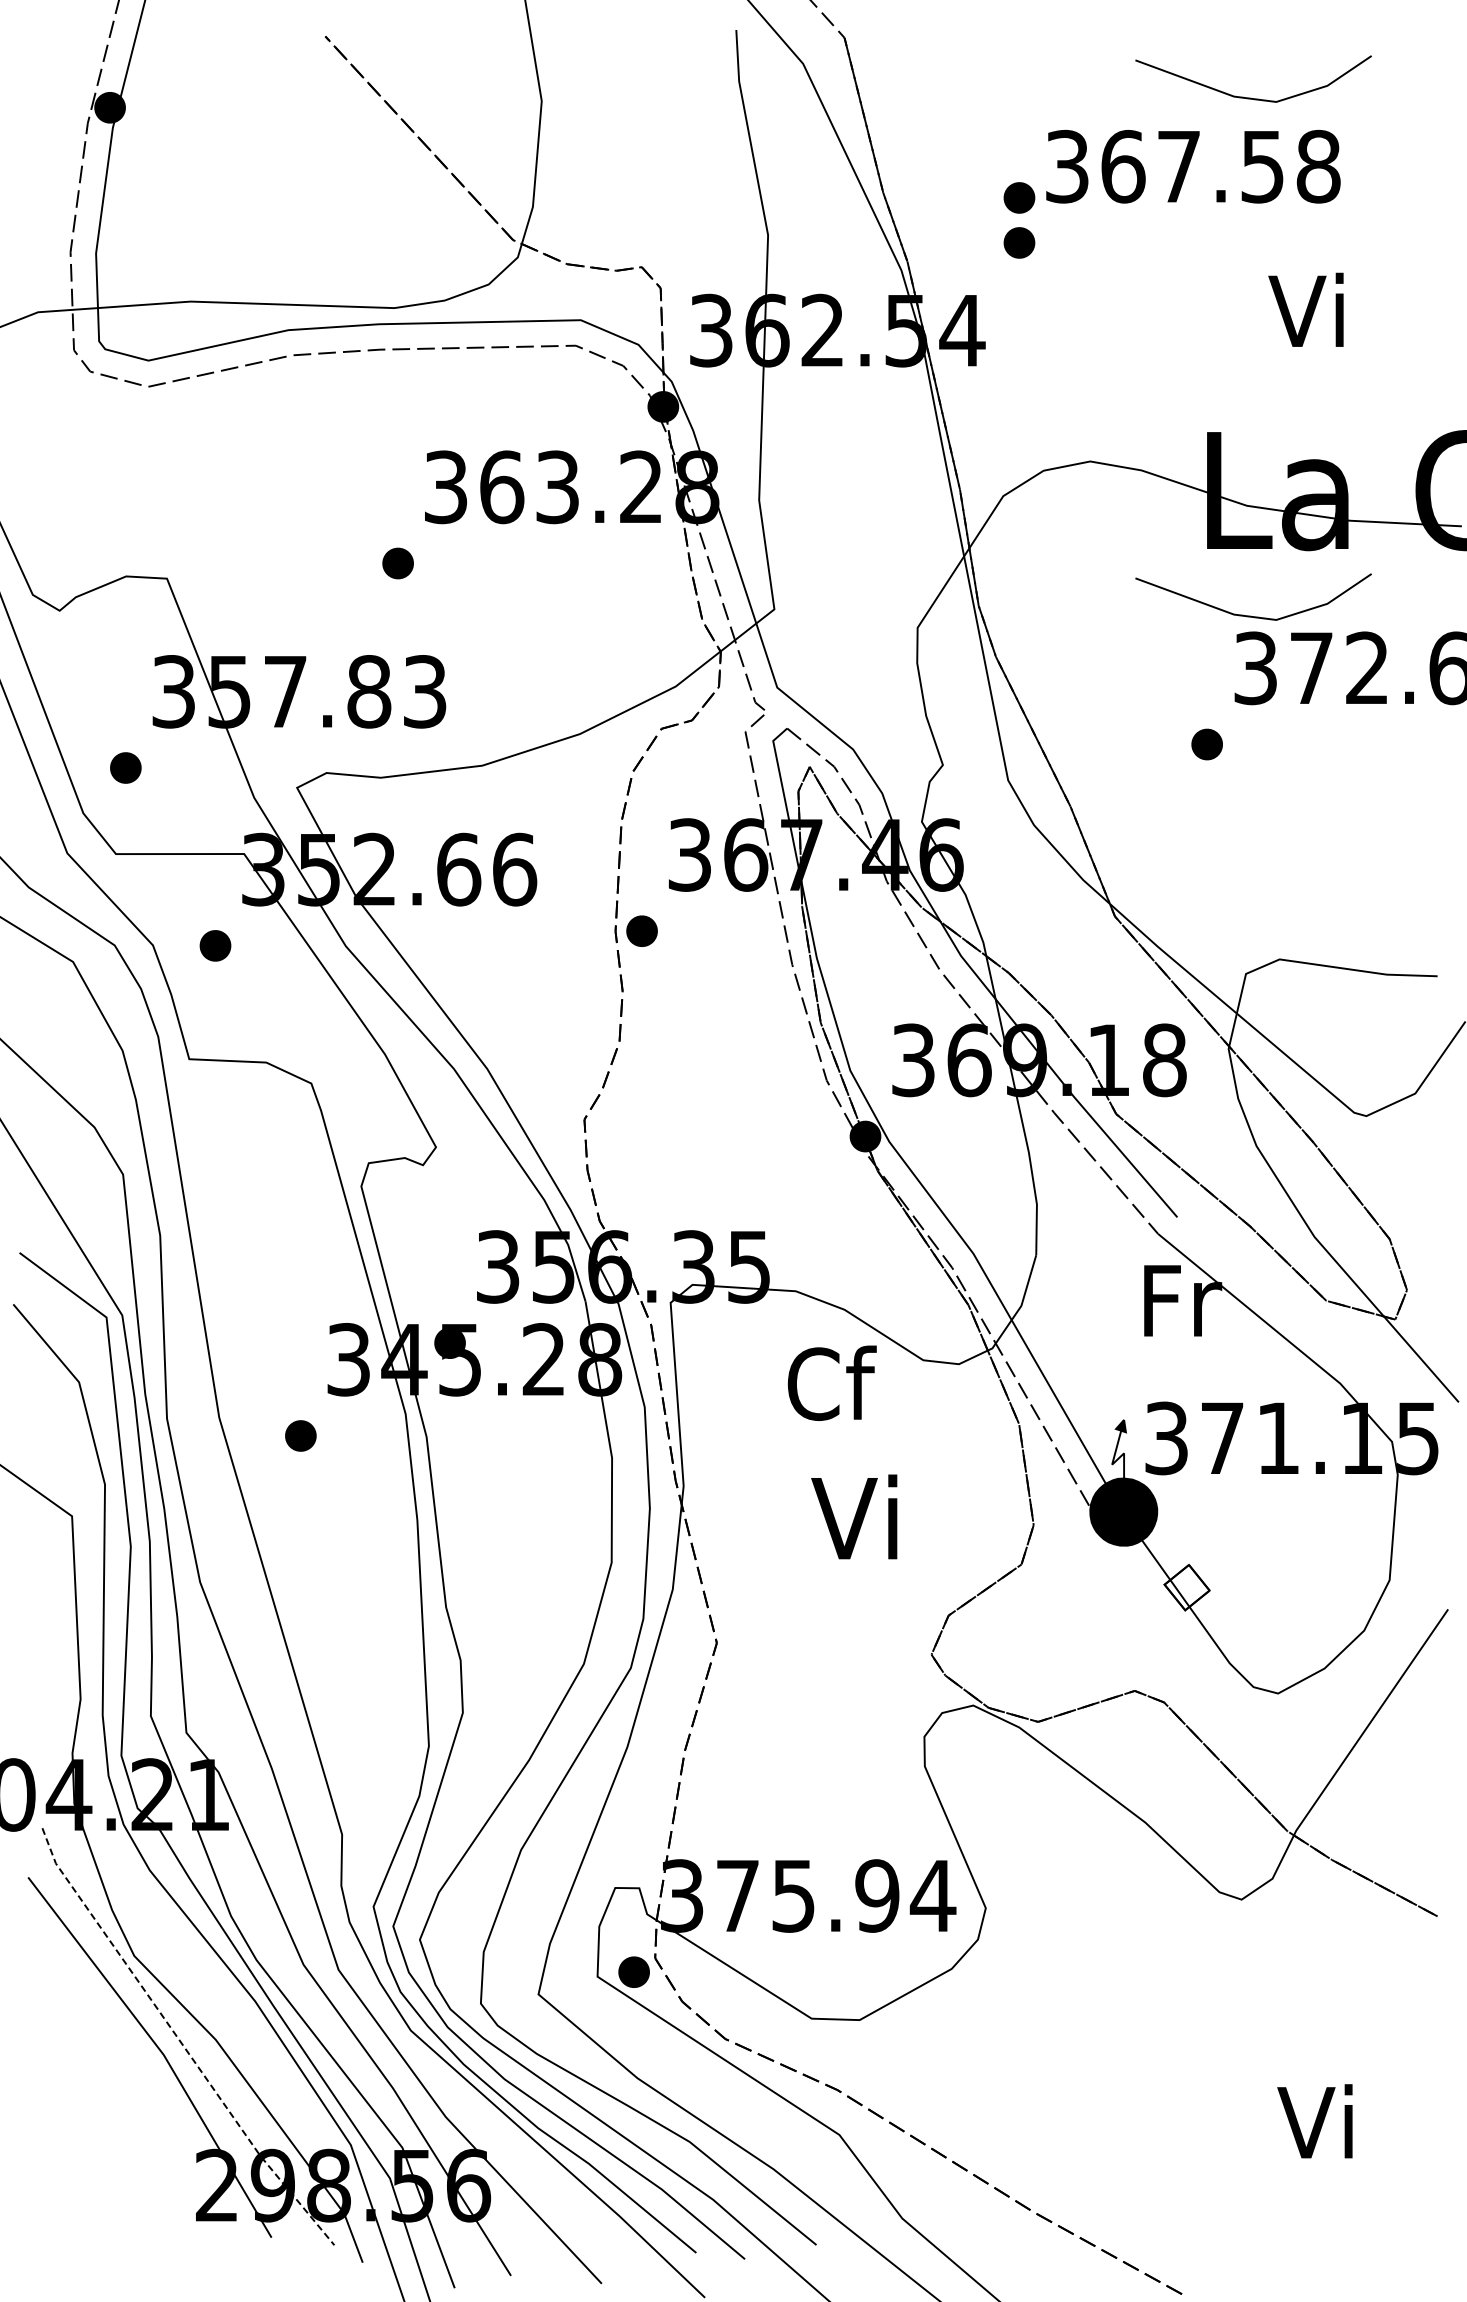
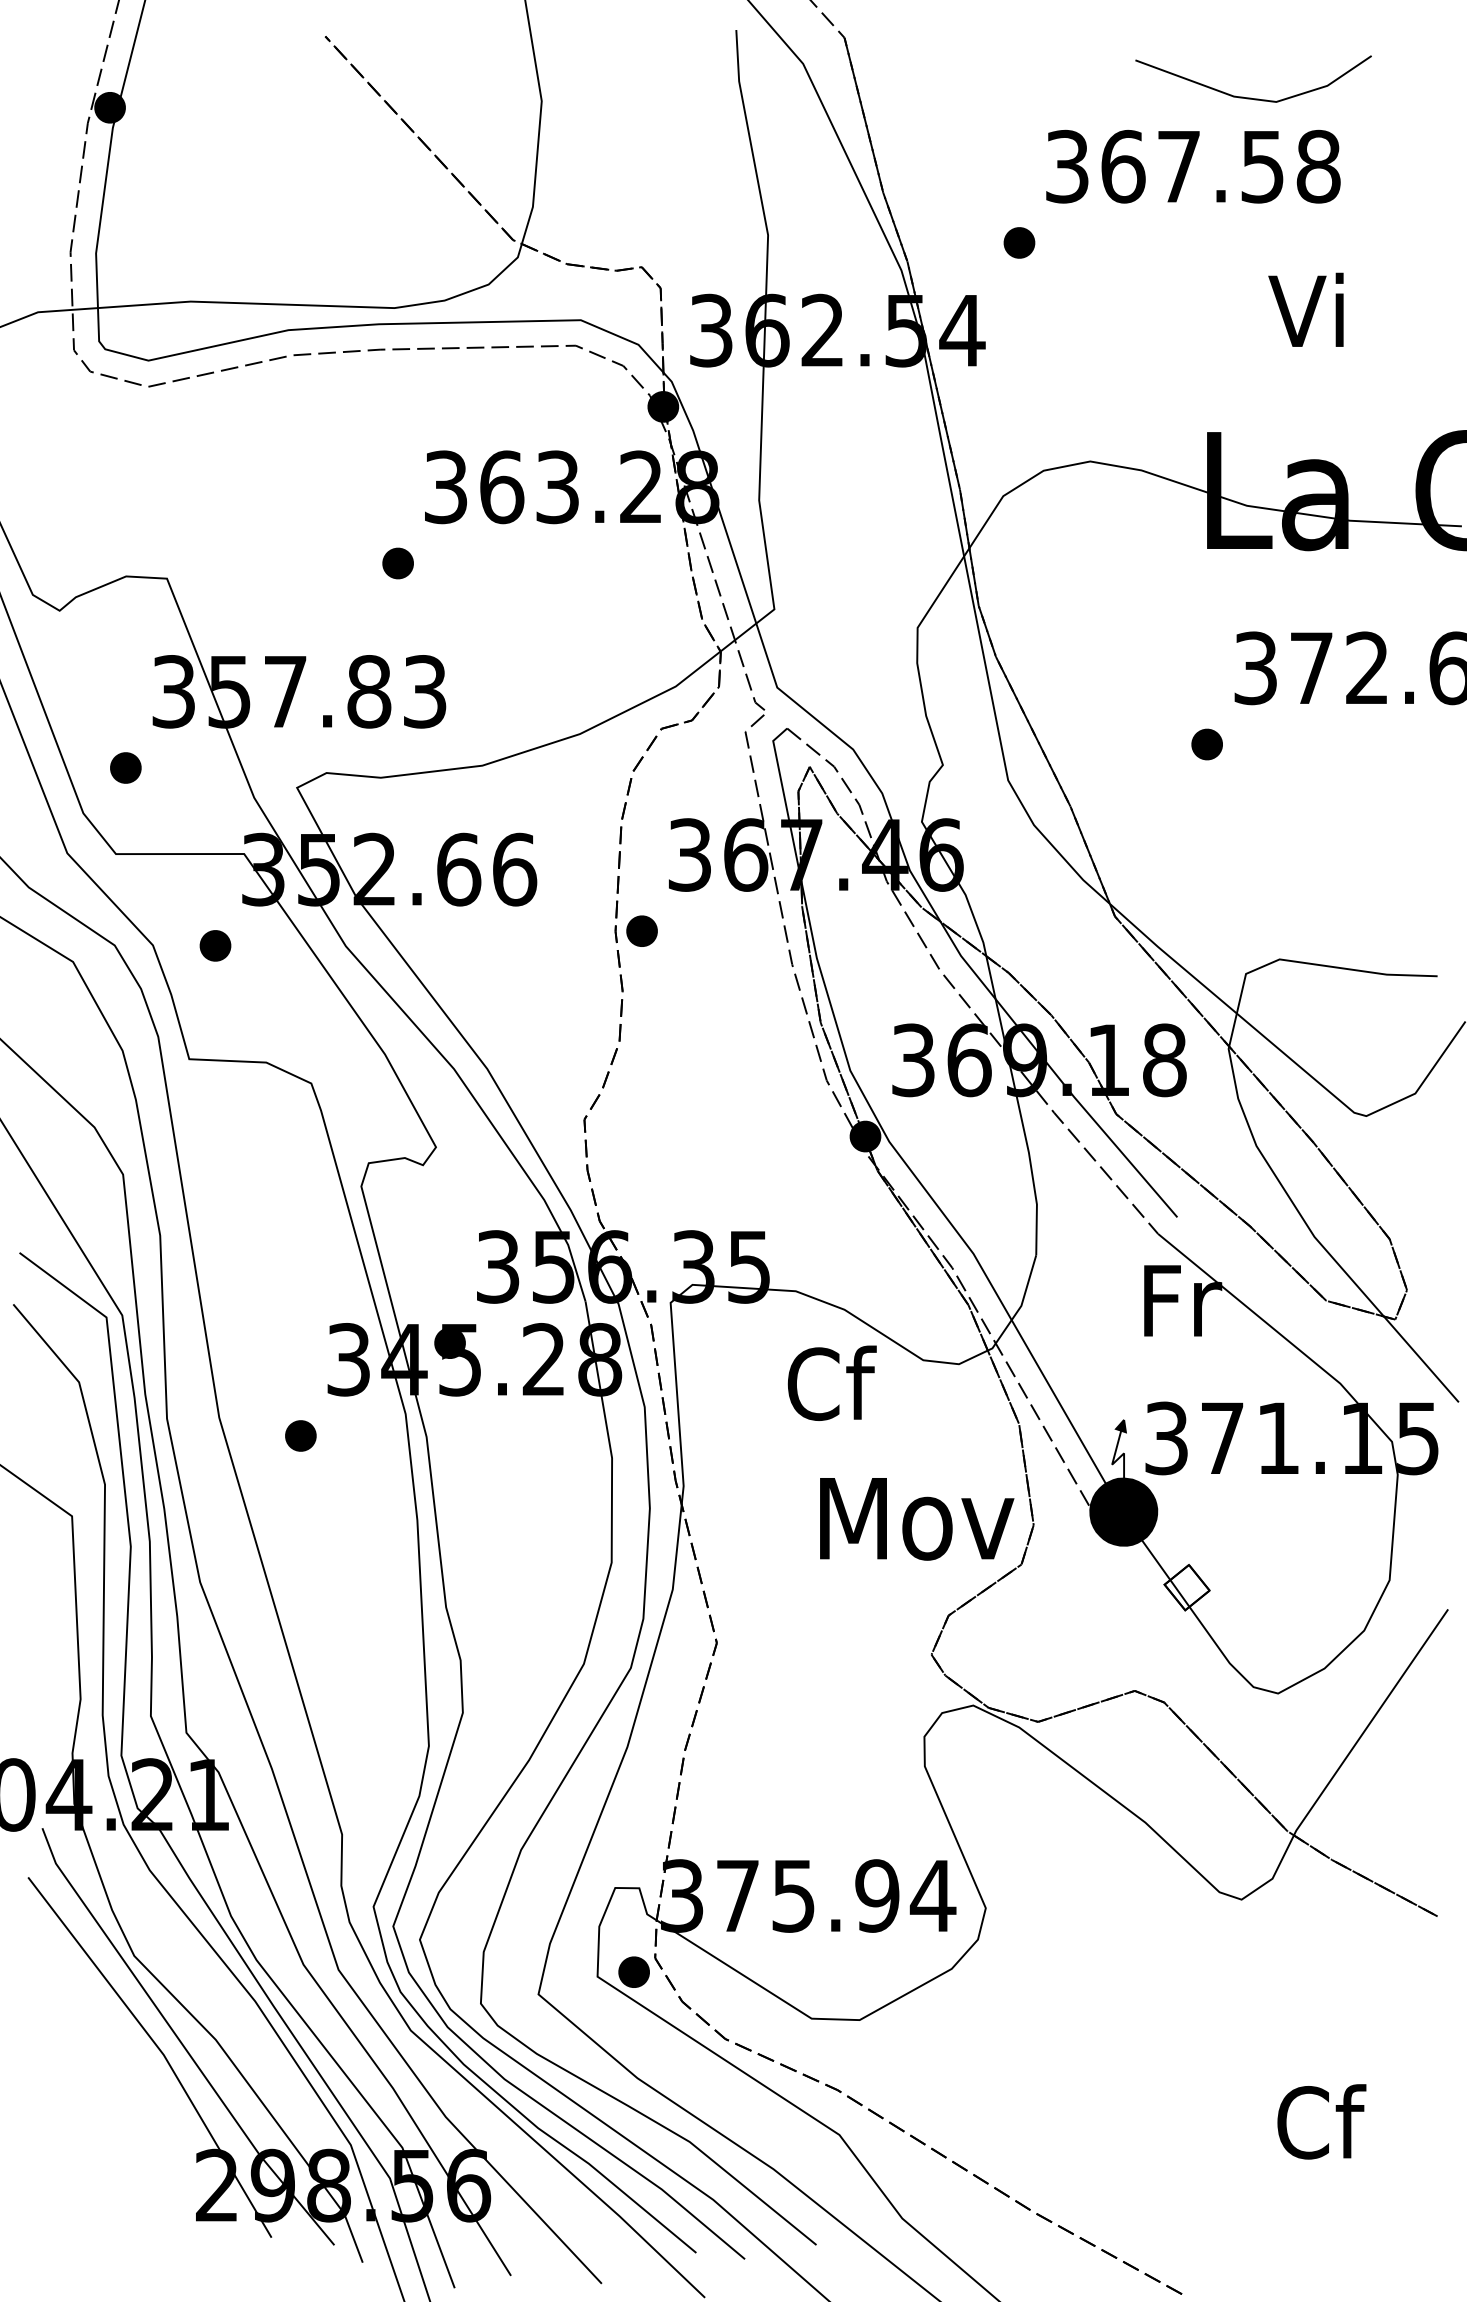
part at (1019, 197): present -> none
line at (1251, 615): present -> none
text at (912, 1517): Vi -> Mov
line at (180, 2042): dashed -> solid
text at (1321, 2121): Vi -> Cf
